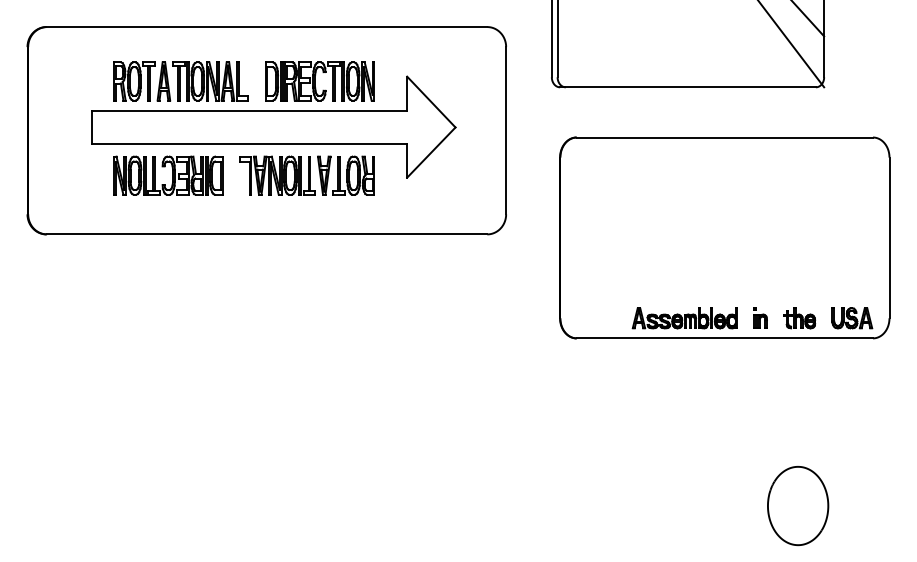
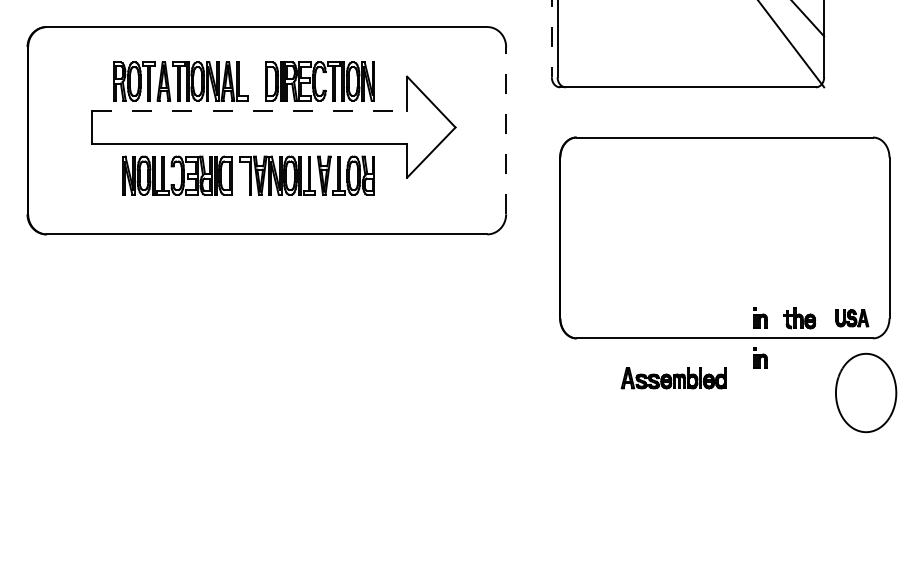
line at (551, 39): solid -> dashed
line at (249, 110): solid -> dashed
line at (506, 130): solid -> dashed
part at (168, 175) position: (168, 175) -> (177, 175)
part at (684, 318) position: (684, 318) -> (673, 378)
part at (852, 318) size: 43x23 px -> 35x19 px
part at (760, 357): none -> present
part at (798, 506) position: (798, 506) -> (866, 393)
